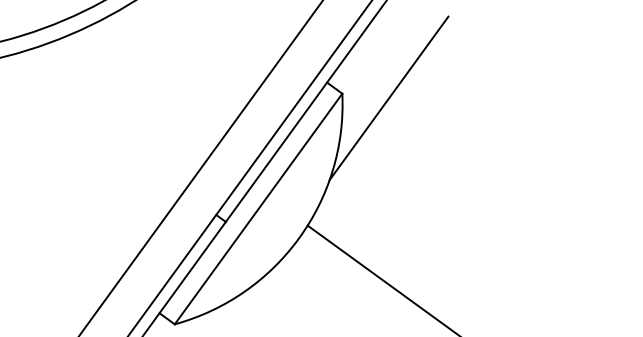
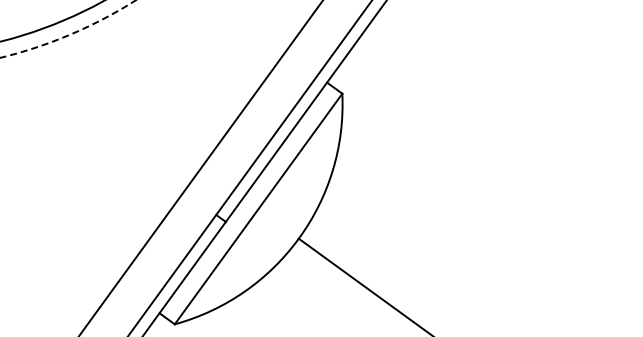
circle at (67, 28): solid -> dashed
line at (388, 98): present -> none
line at (381, 279) position: (381, 279) -> (363, 285)
